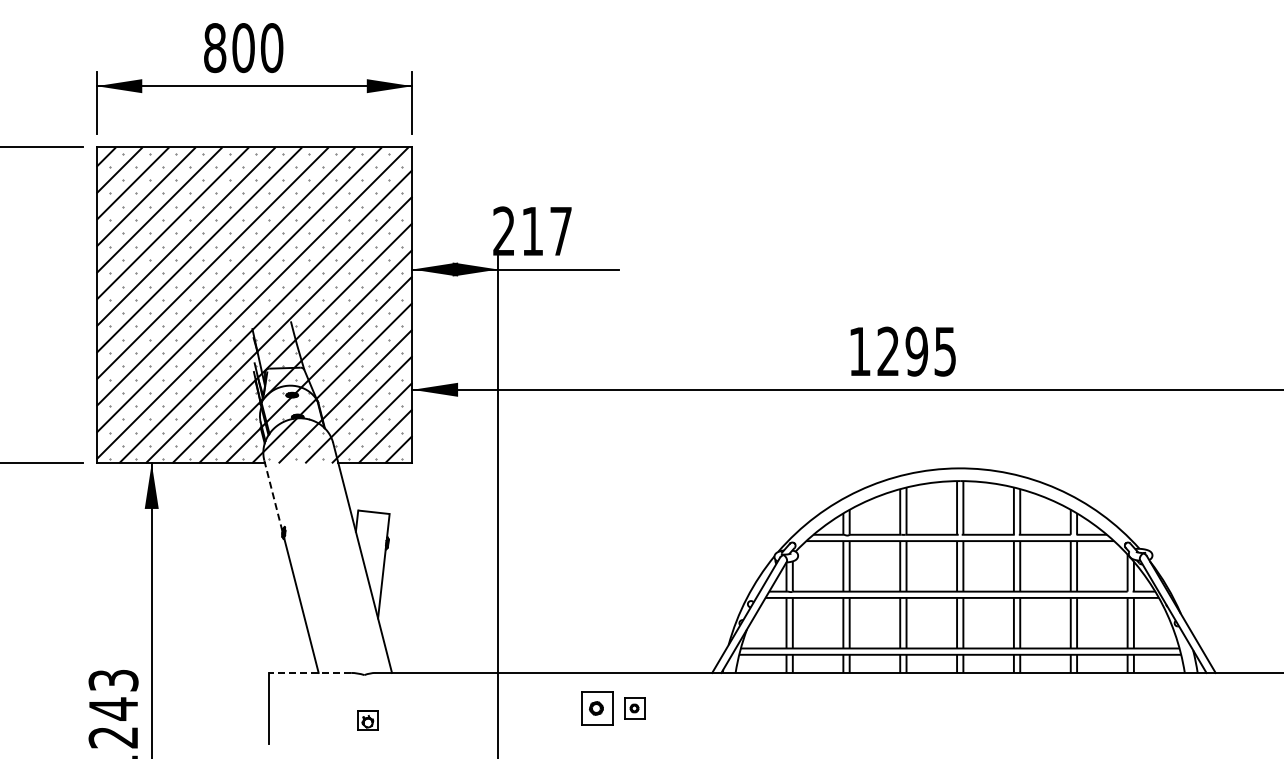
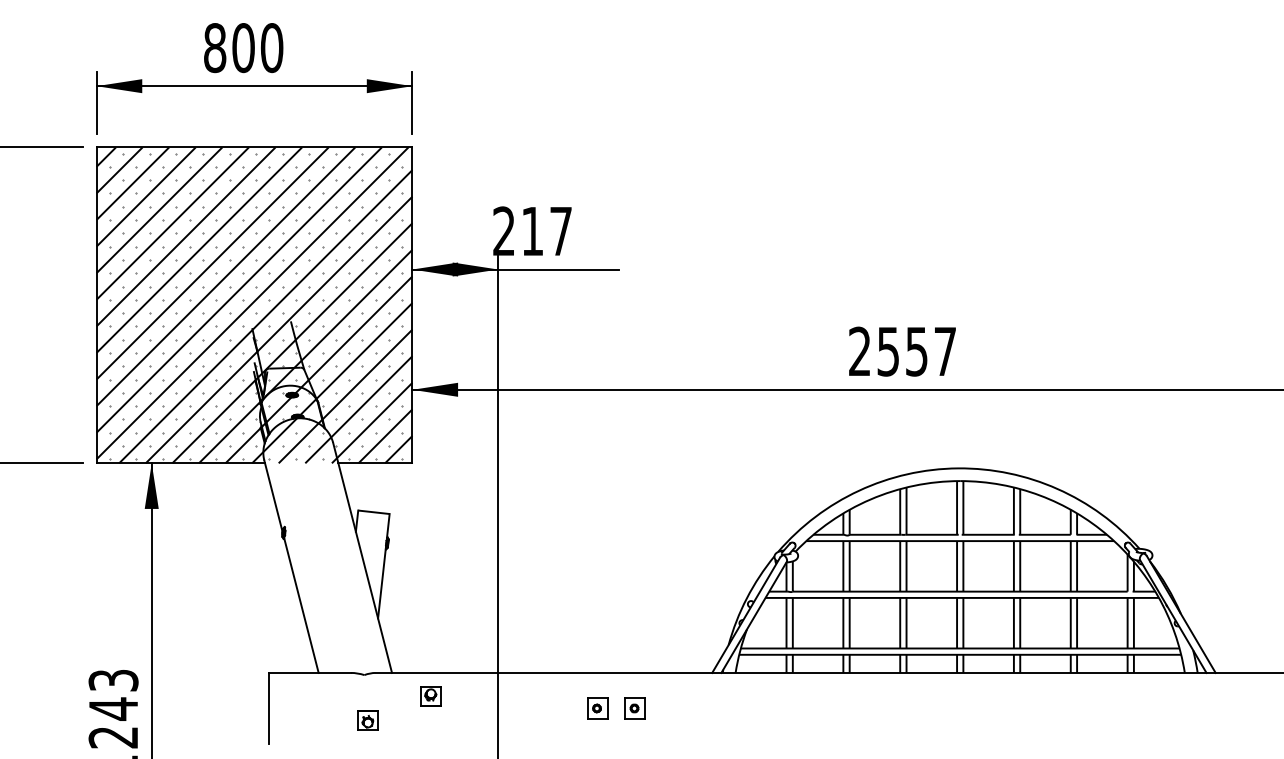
text at (902, 351): 1295 -> 2557
line at (273, 496): dashed -> solid
line at (310, 672): dashed -> solid
part at (430, 696): none -> present
part at (597, 708) size: 33x35 px -> 22x23 px
